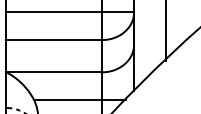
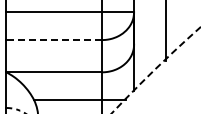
line at (54, 40): solid -> dashed
arc at (155, 69): solid -> dashed
